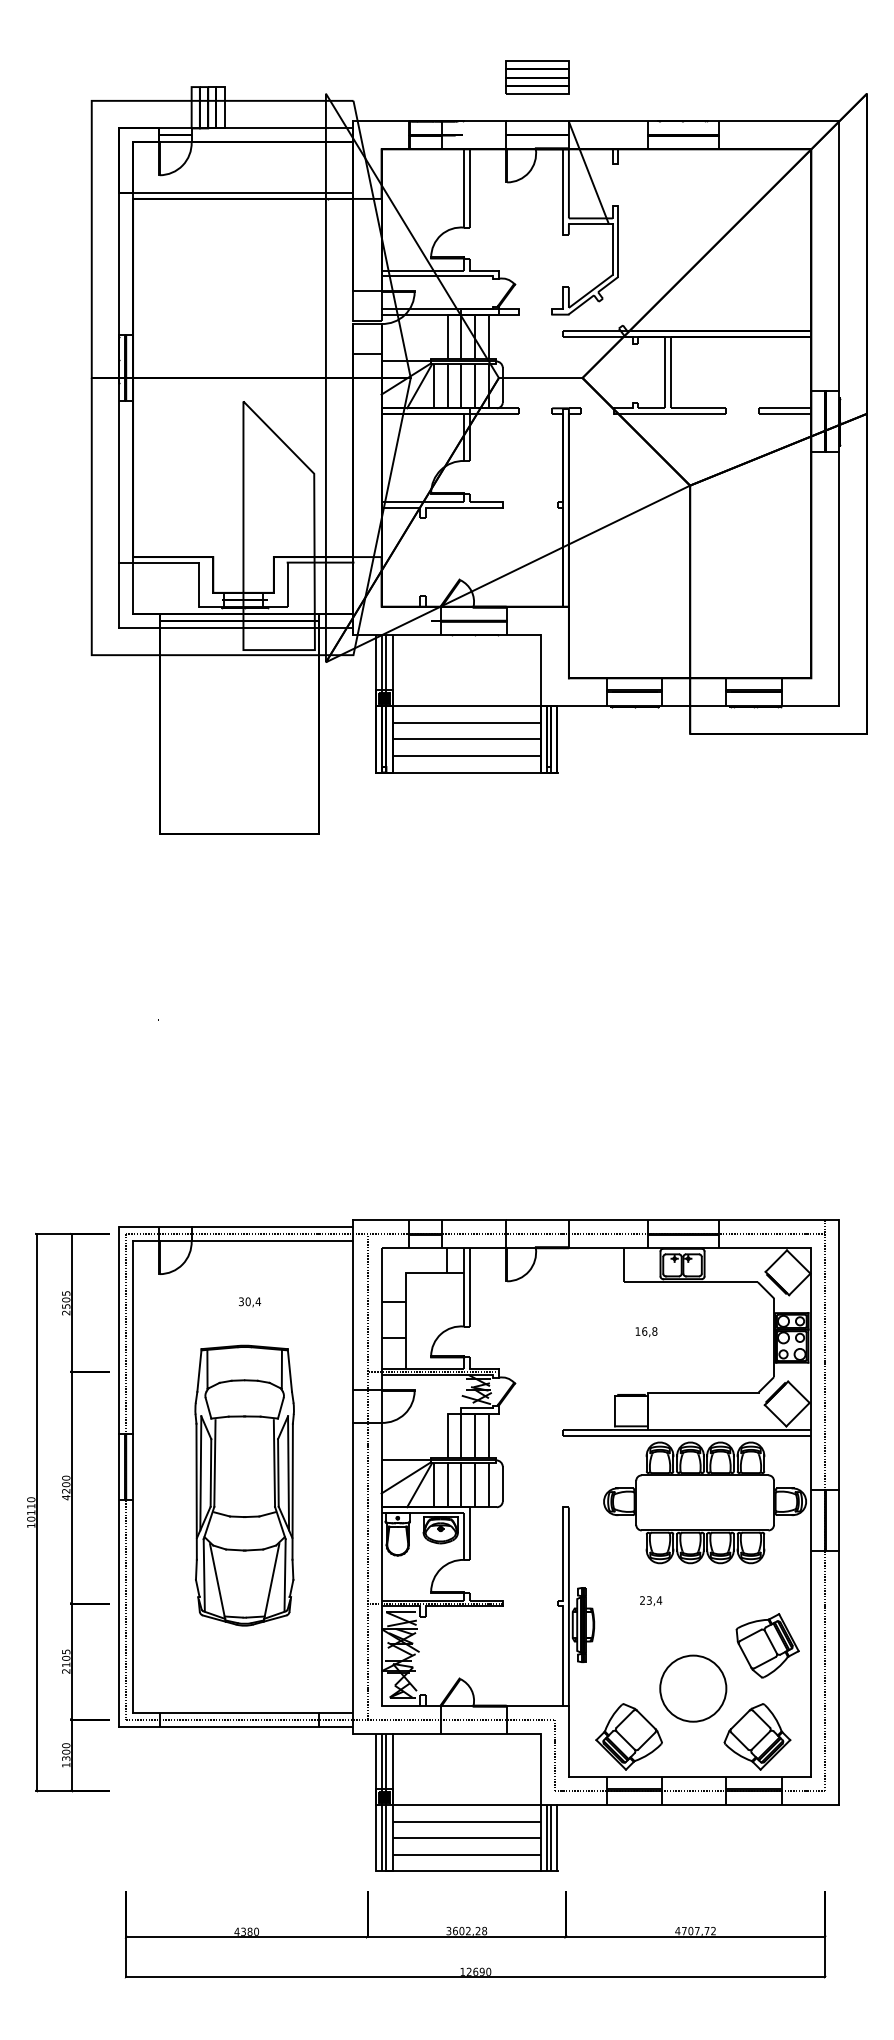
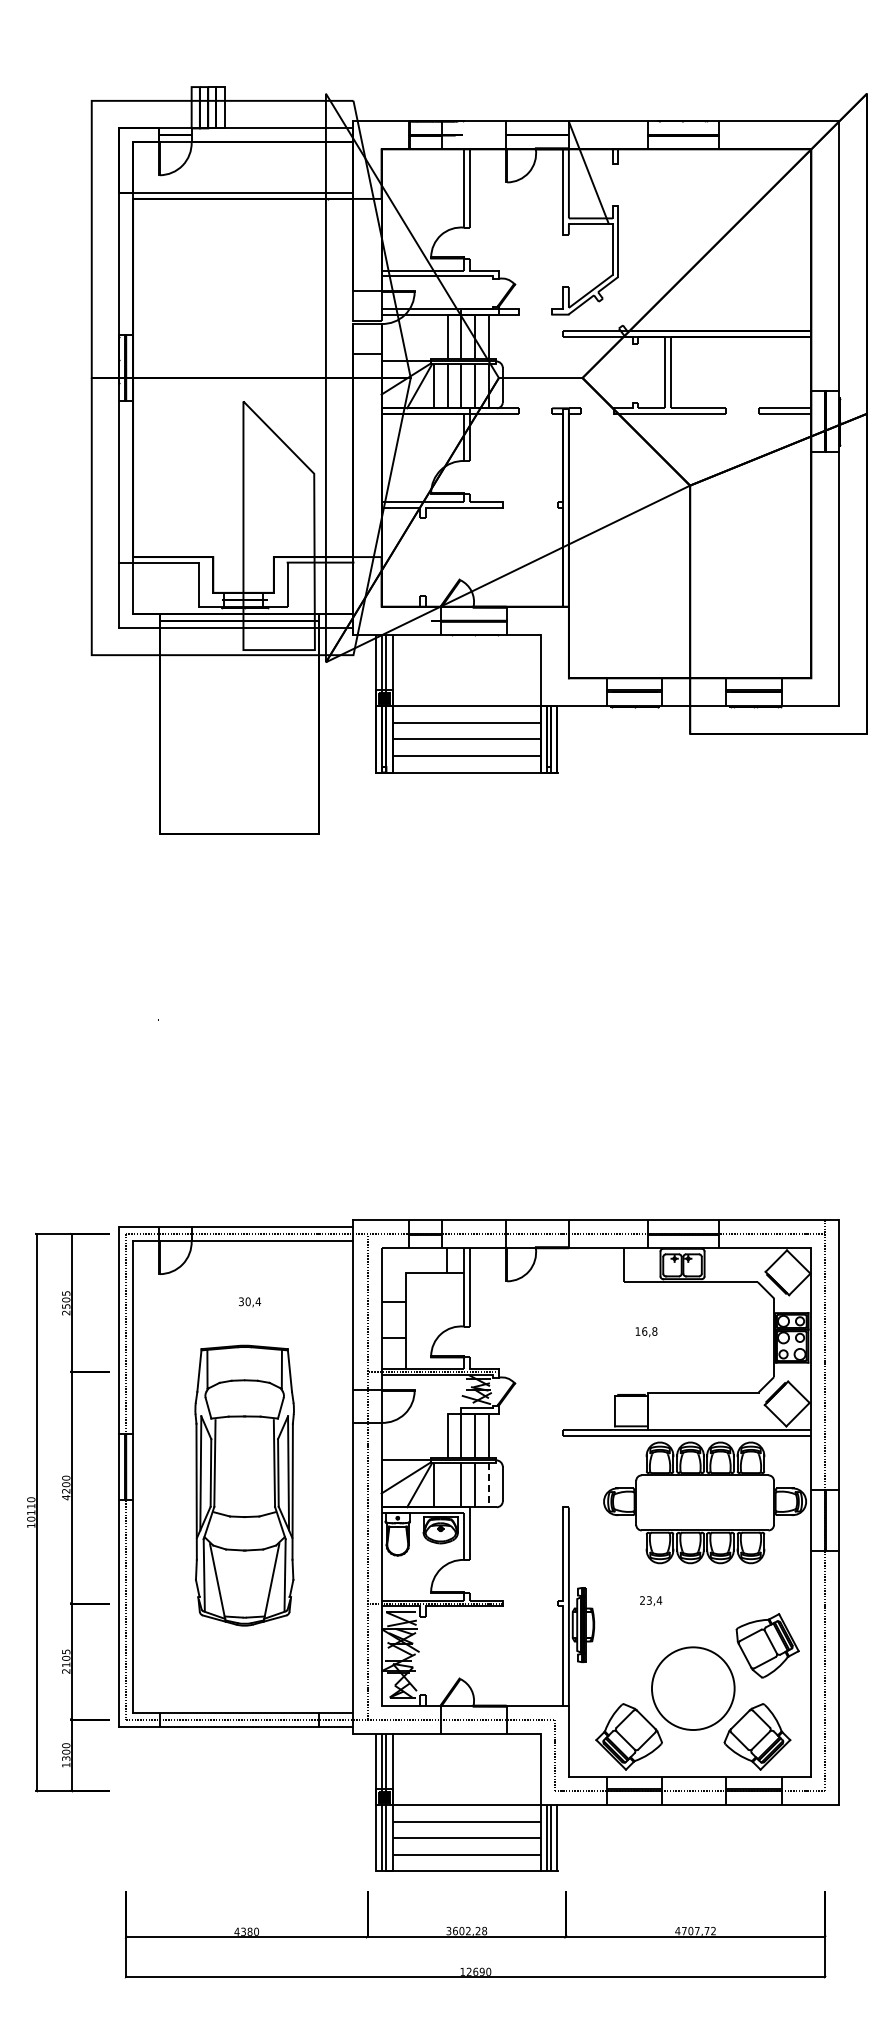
part at (537, 77): present -> none
line at (447, 1485): present -> none
line at (489, 1485): solid -> dashed
circle at (693, 1688) diameter: 66 px -> 83 px
